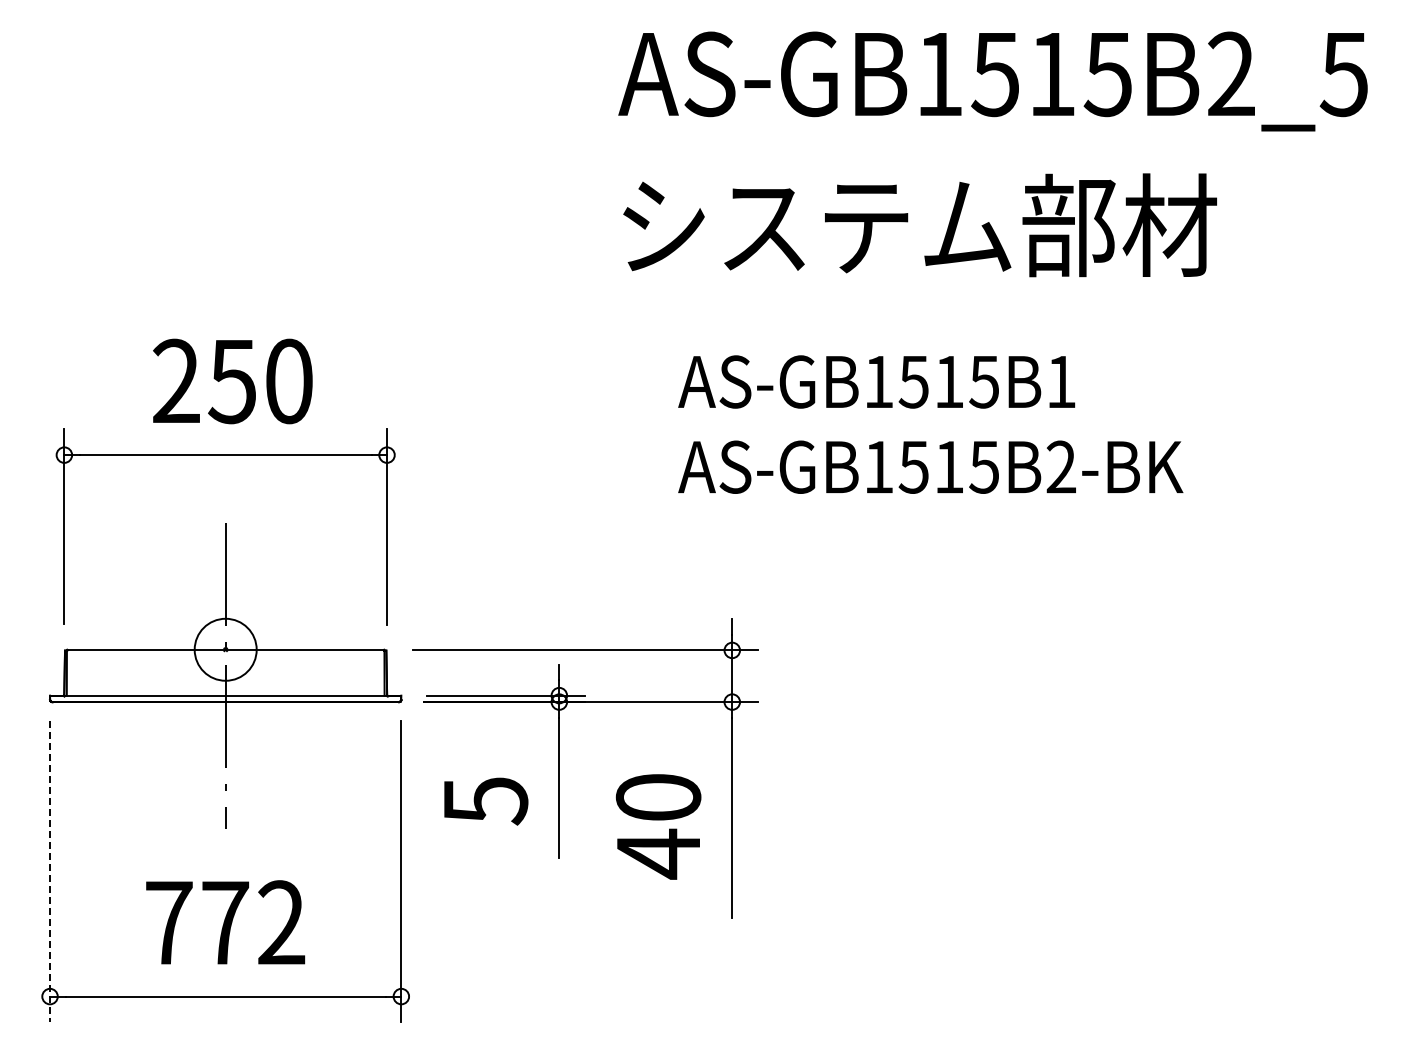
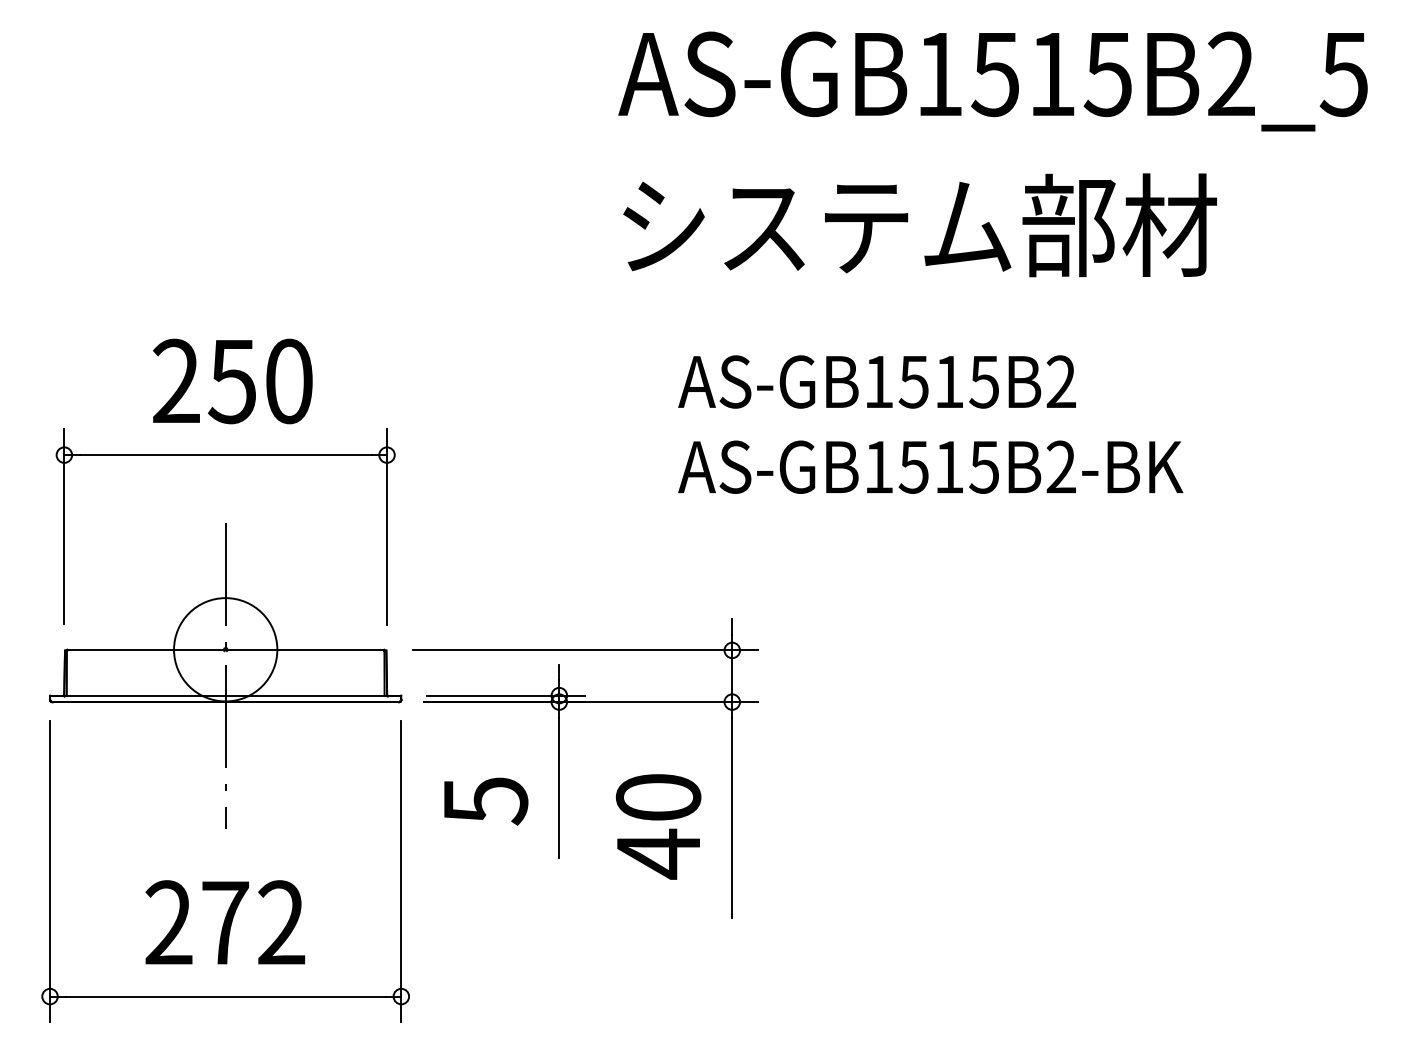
text at (1060, 381): AS-GB1515B1 -> AS-GB1515B2
circle at (225, 649) diameter: 62 px -> 103 px
line at (50, 872): dashed -> solid
text at (168, 922): 772 -> 272
